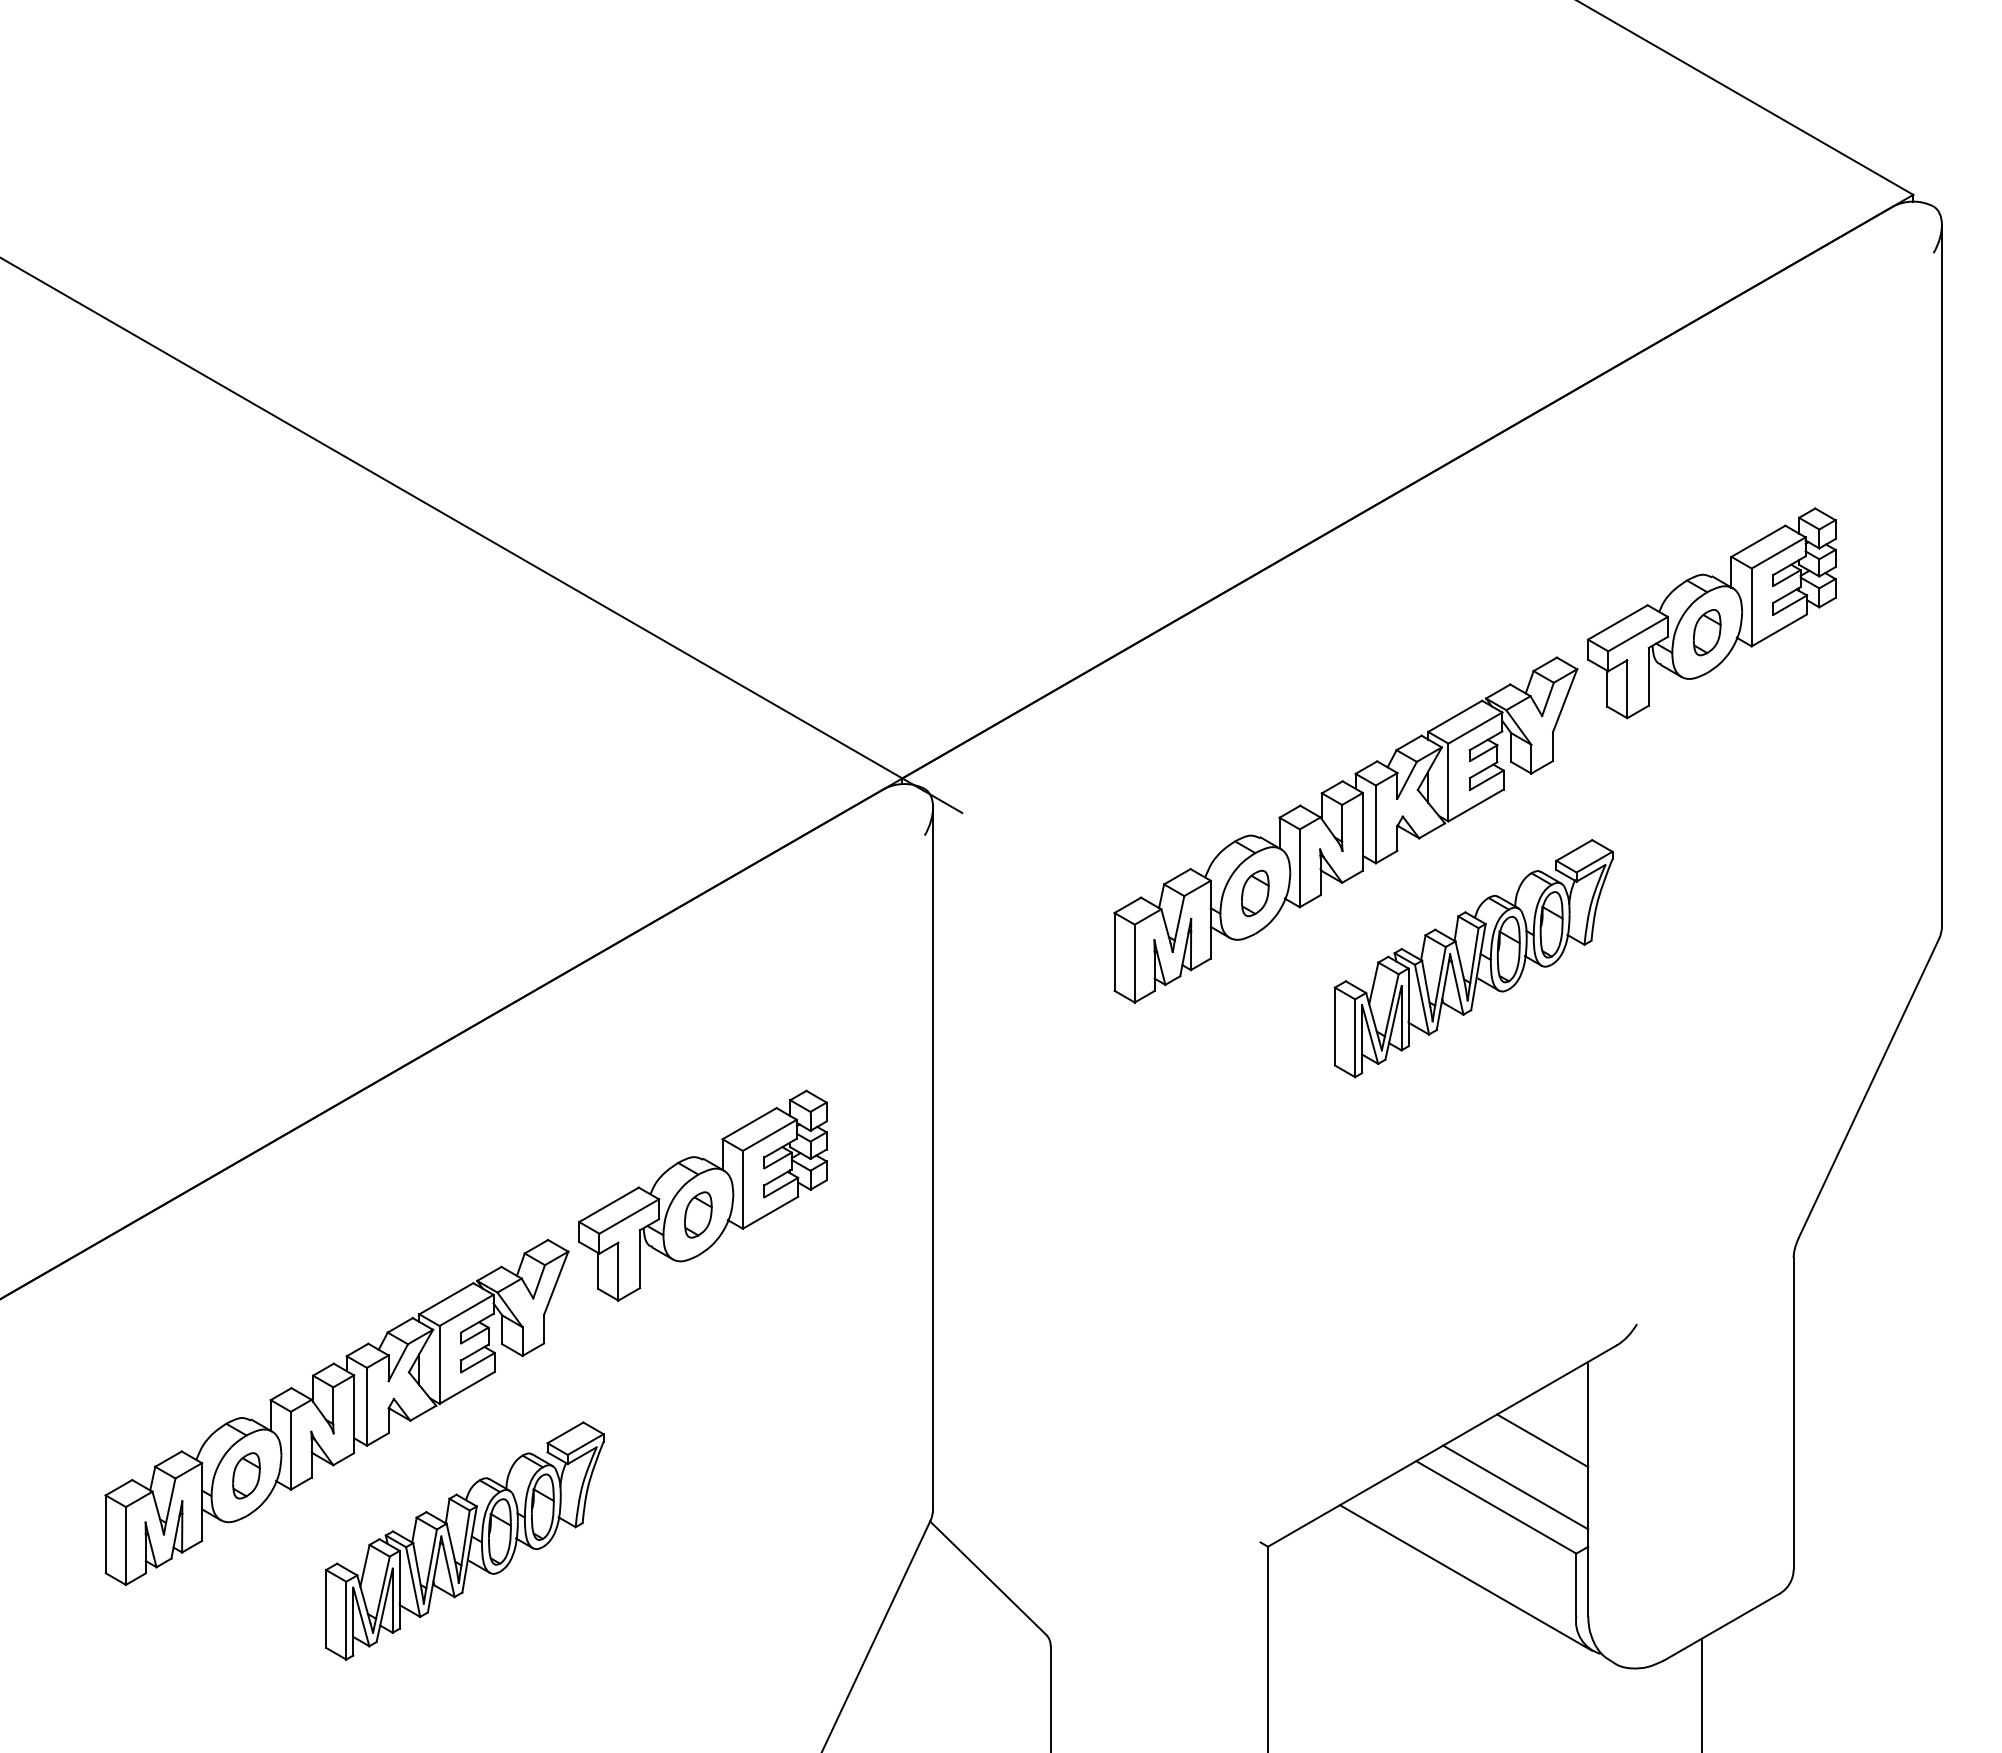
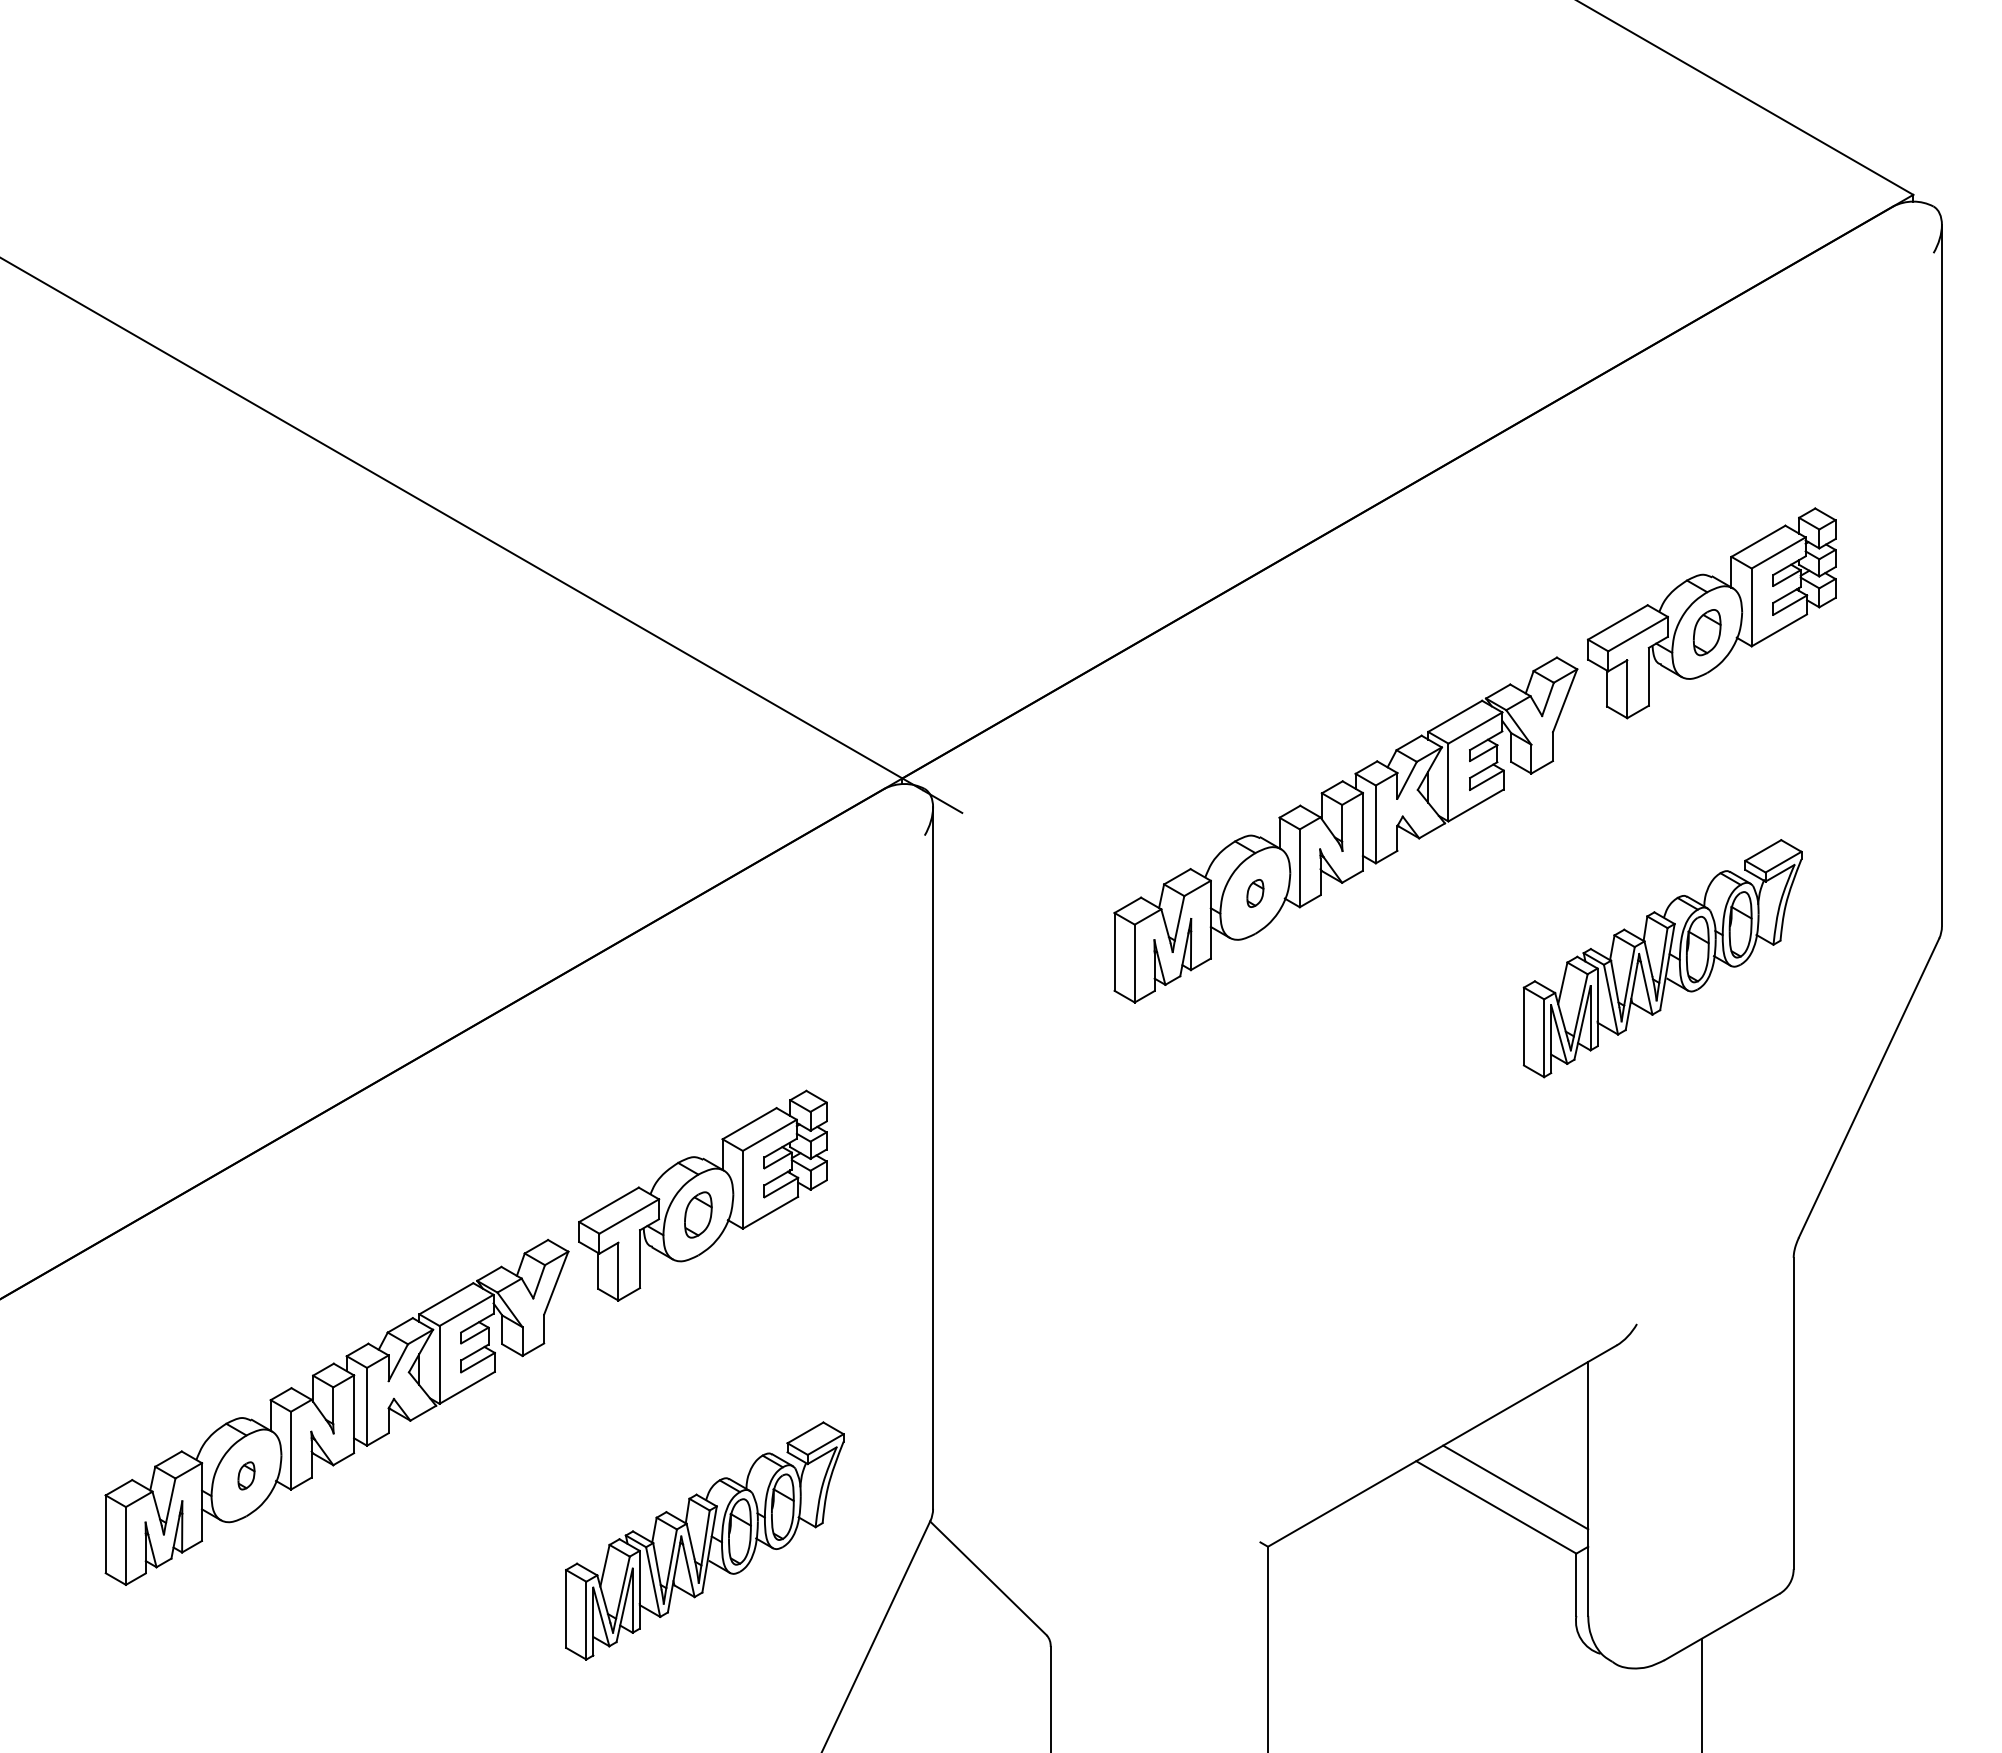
part at (1255, 893) size: 29x49 px -> 19x29 px
part at (1473, 958) position: (1473, 958) -> (1662, 958)
line at (1542, 1440): present -> none
part at (246, 1475) size: 29x48 px -> 19x30 px
part at (464, 1540) position: (464, 1540) -> (704, 1540)
line at (1465, 1577): present -> none
